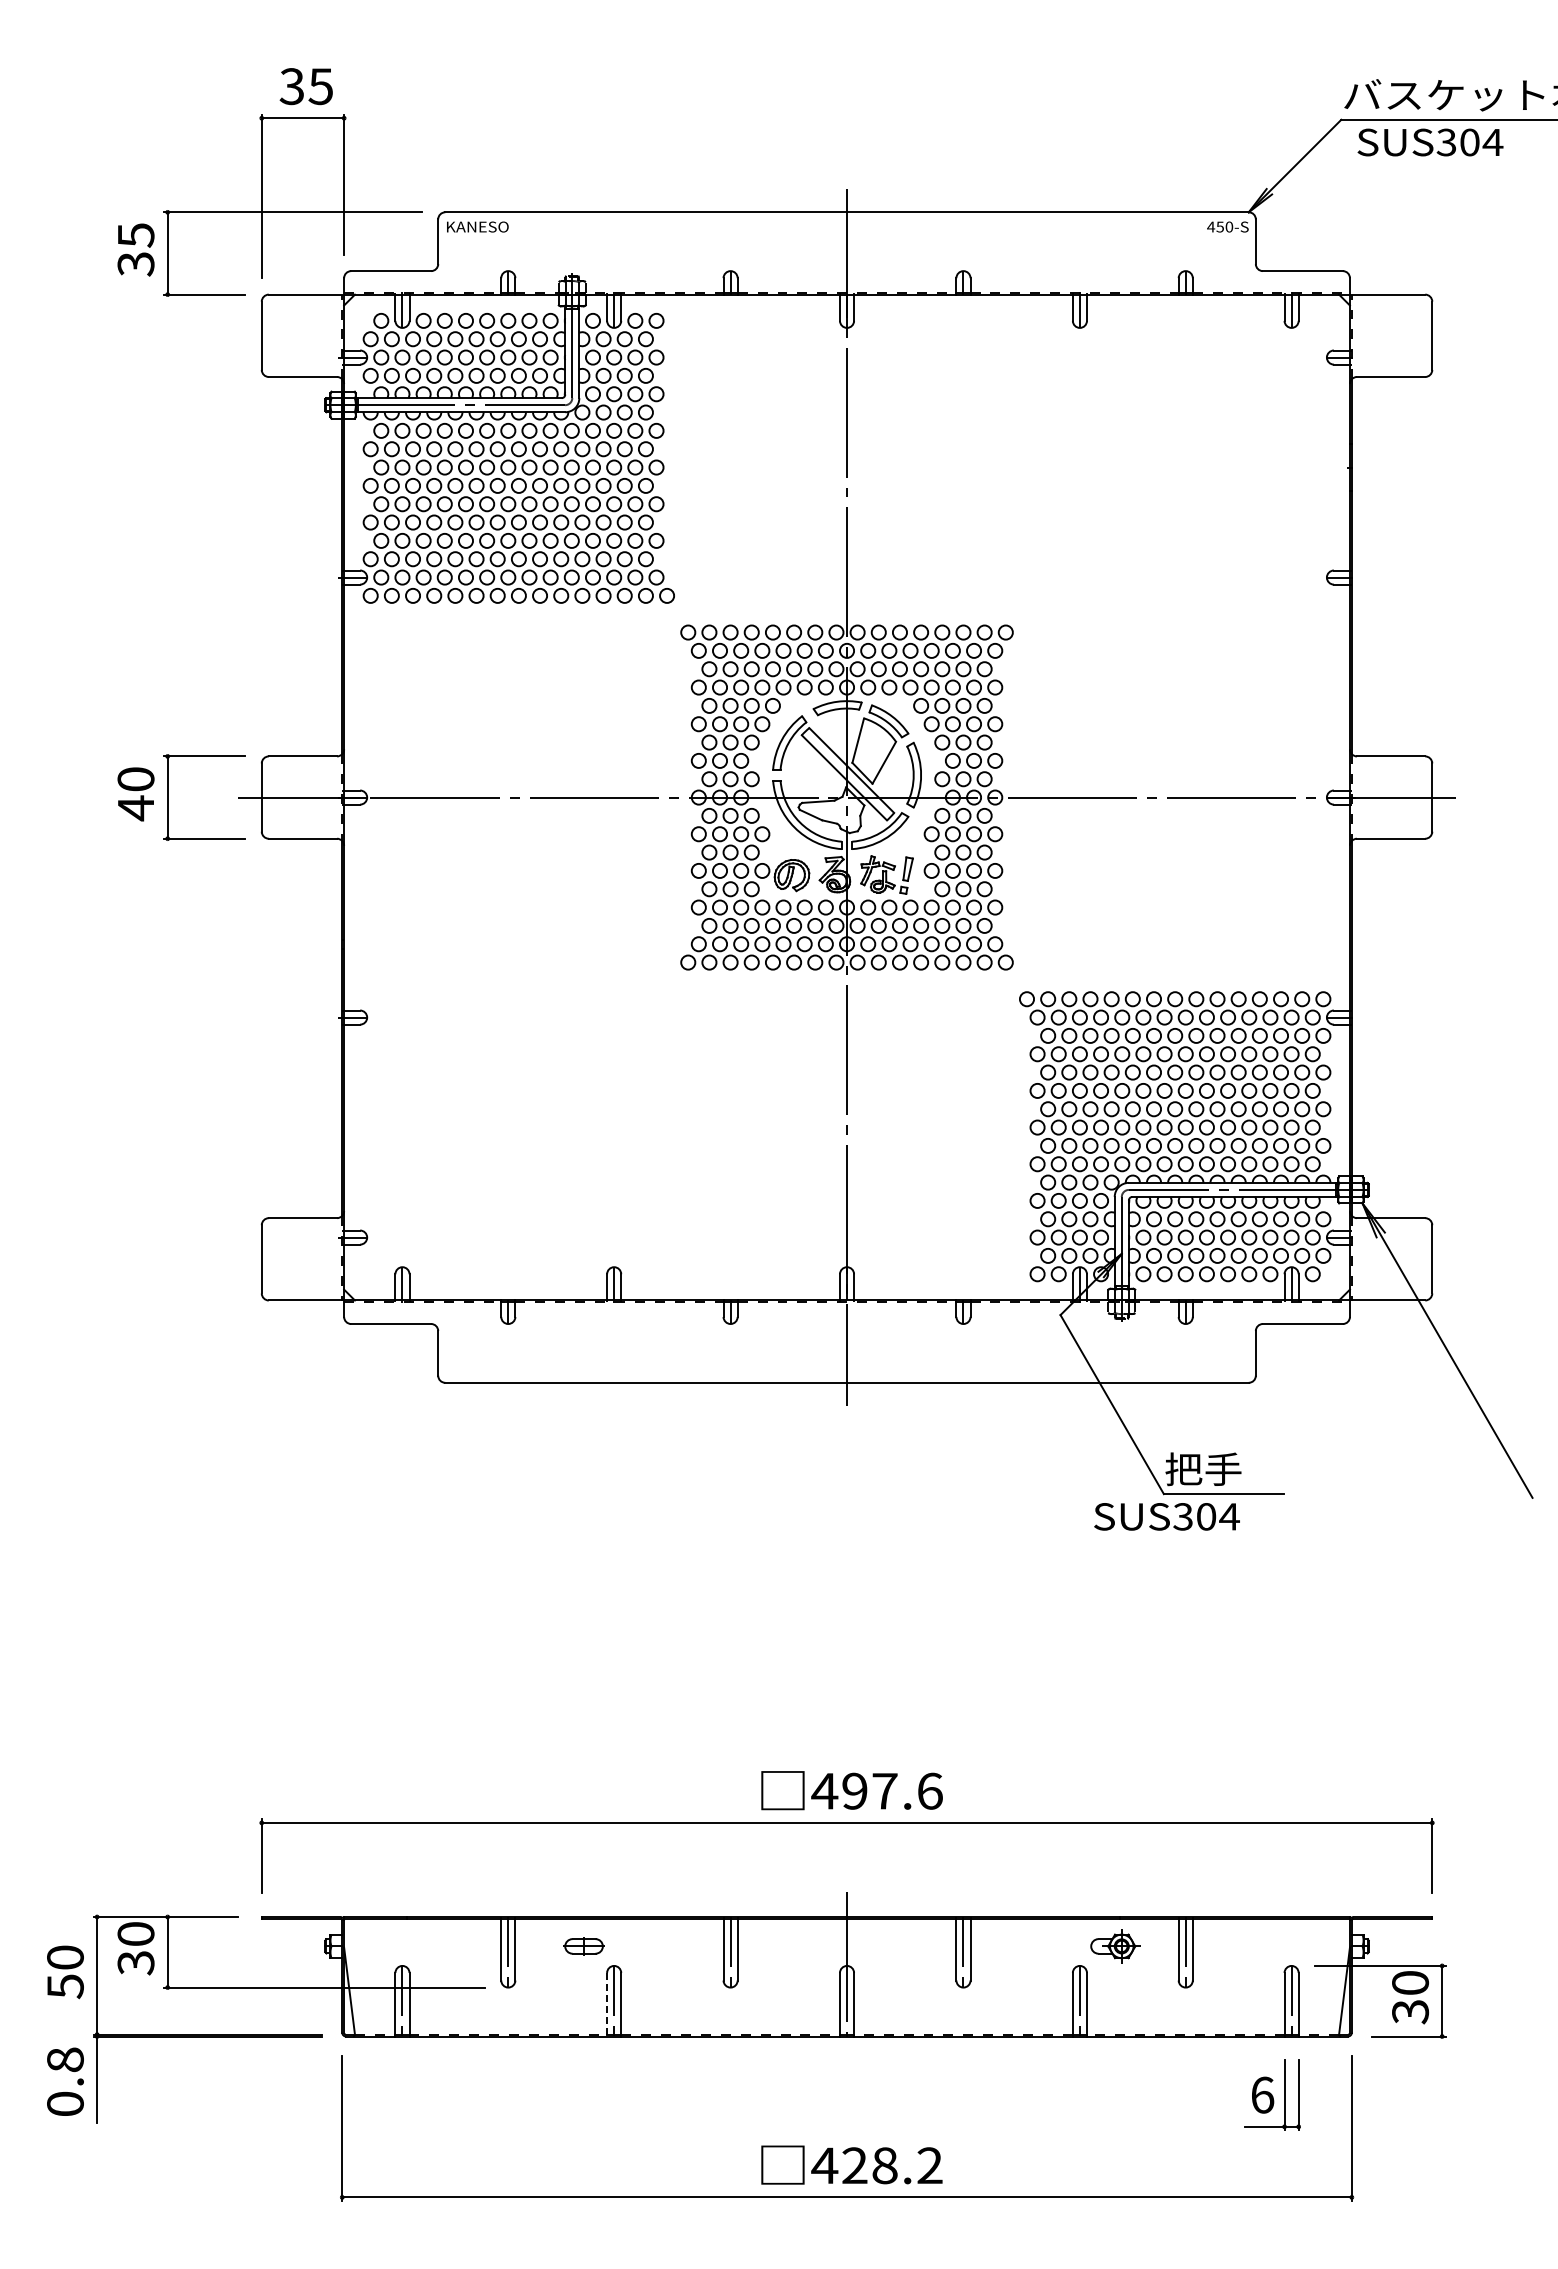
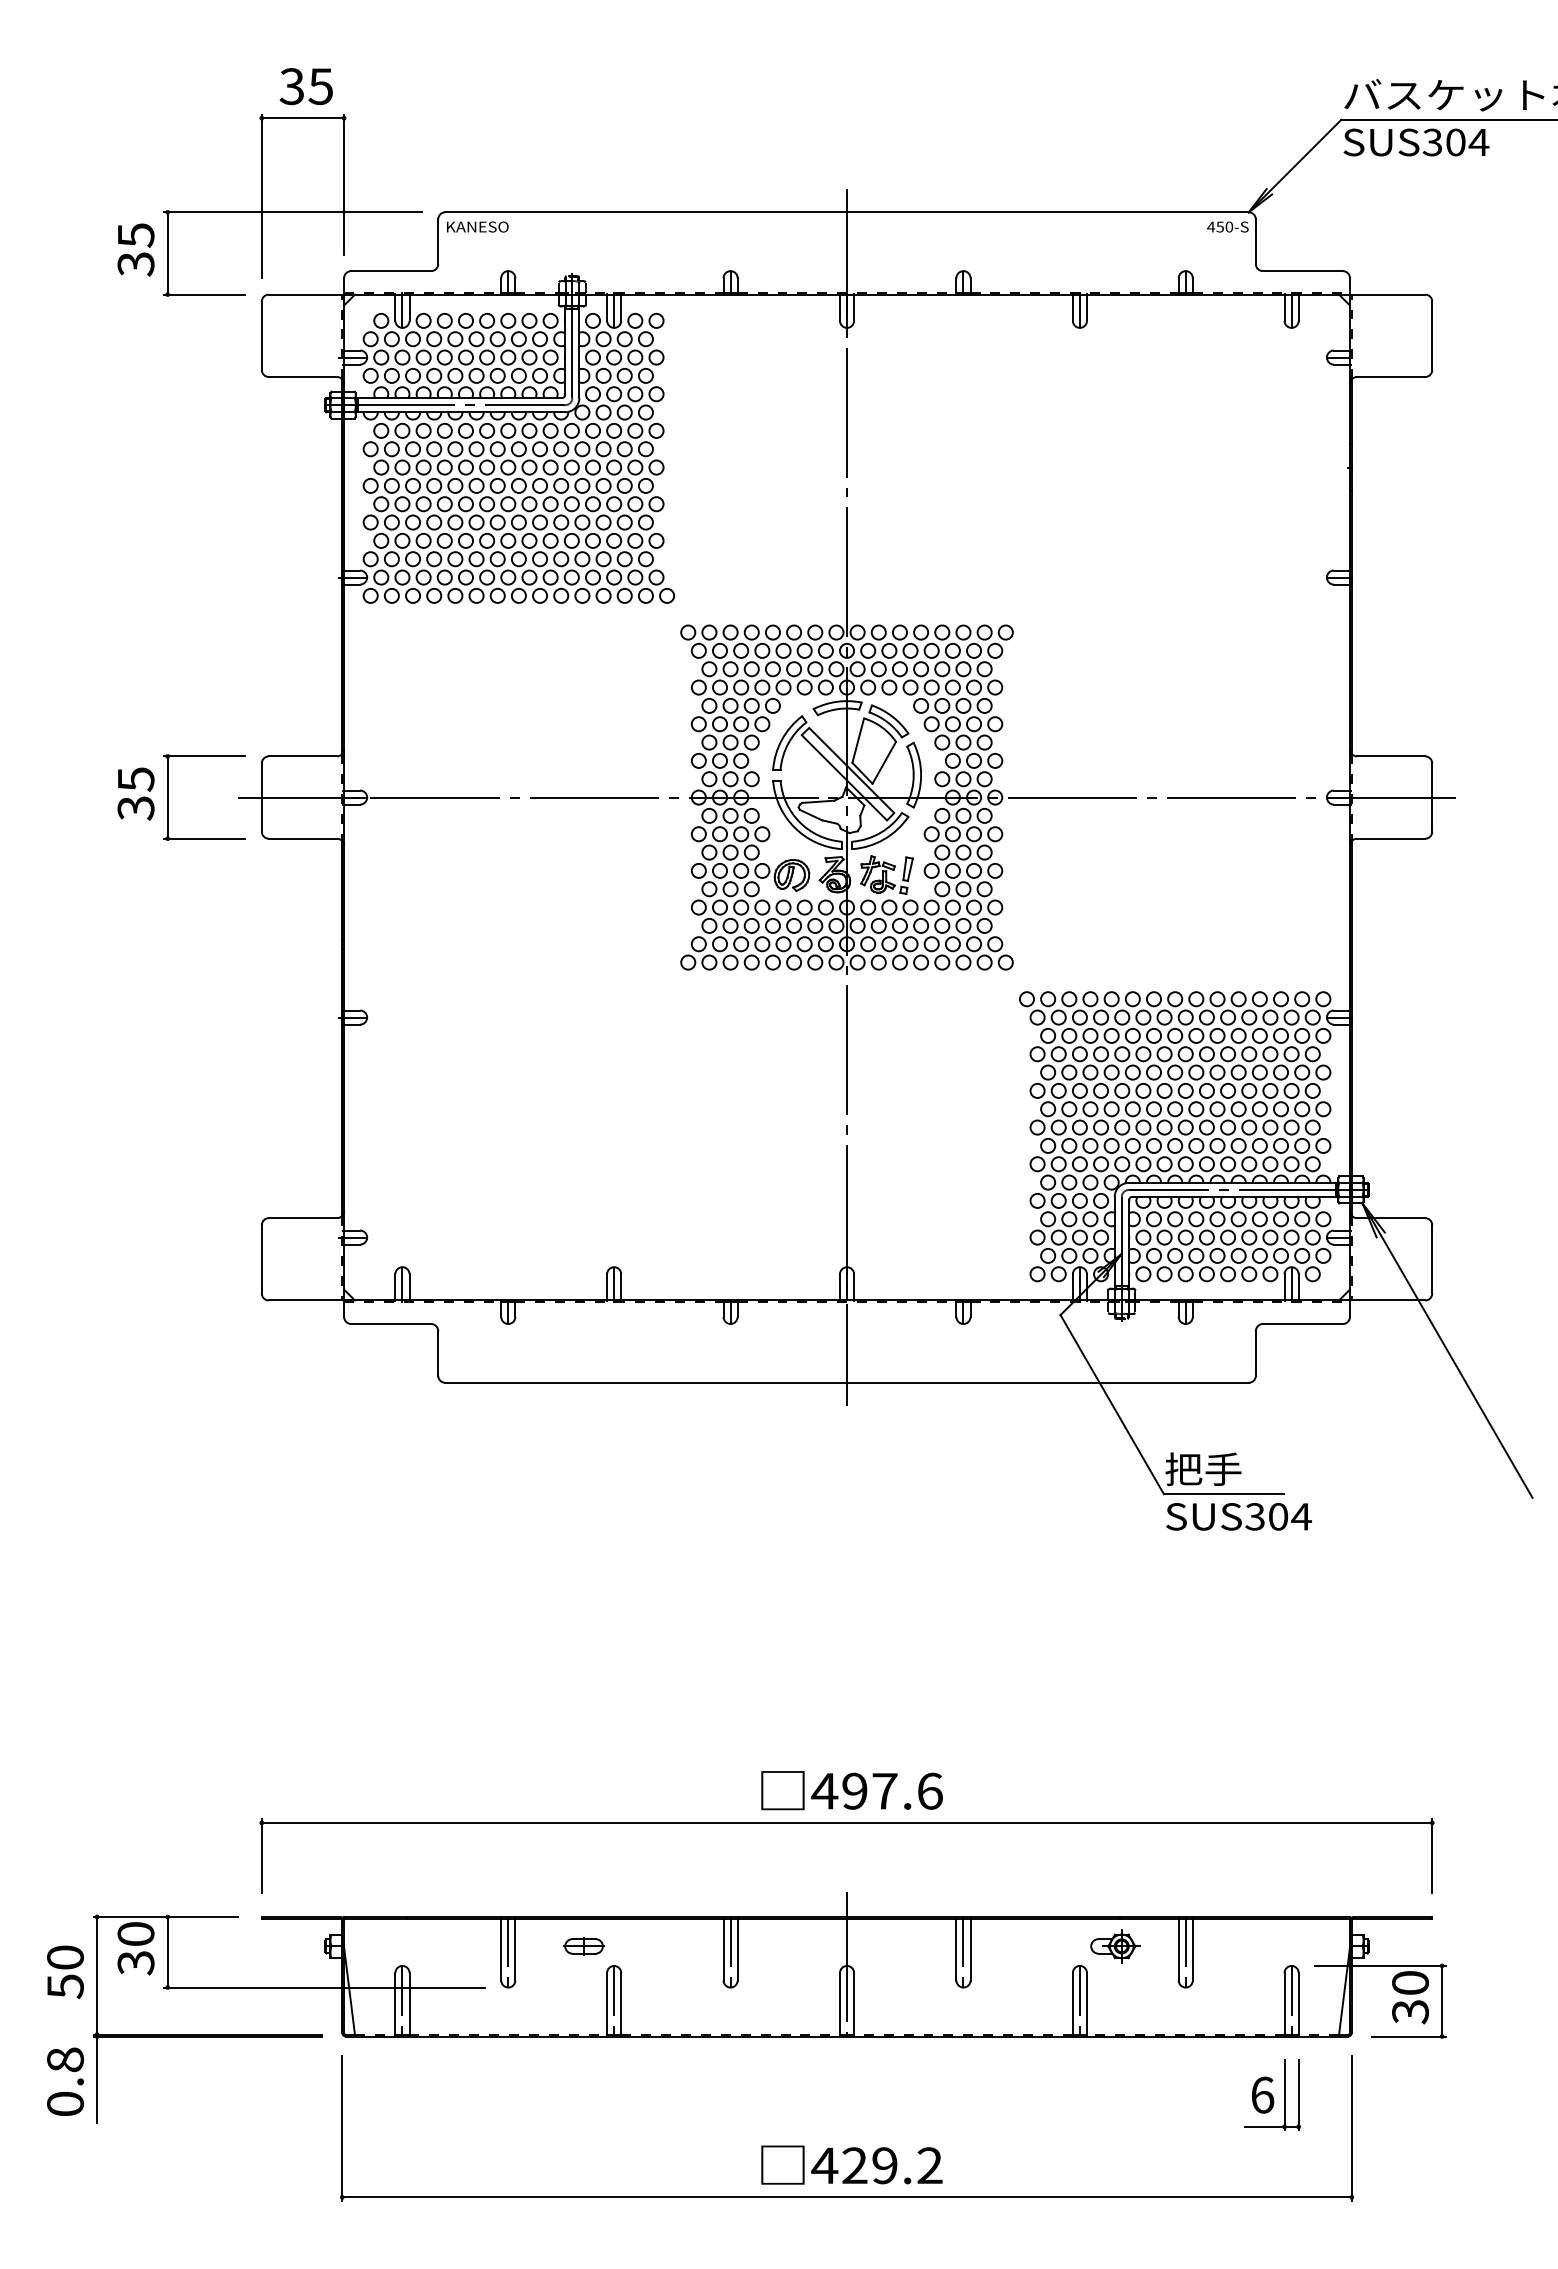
text at (1430, 142) position: (1430, 142) -> (1416, 142)
text at (135, 794): 40 -> 35
text at (1166, 1516) position: (1166, 1516) -> (1238, 1516)
line at (607, 2004): dashed -> solid
text at (884, 2165): 428.2 -> 429.2
